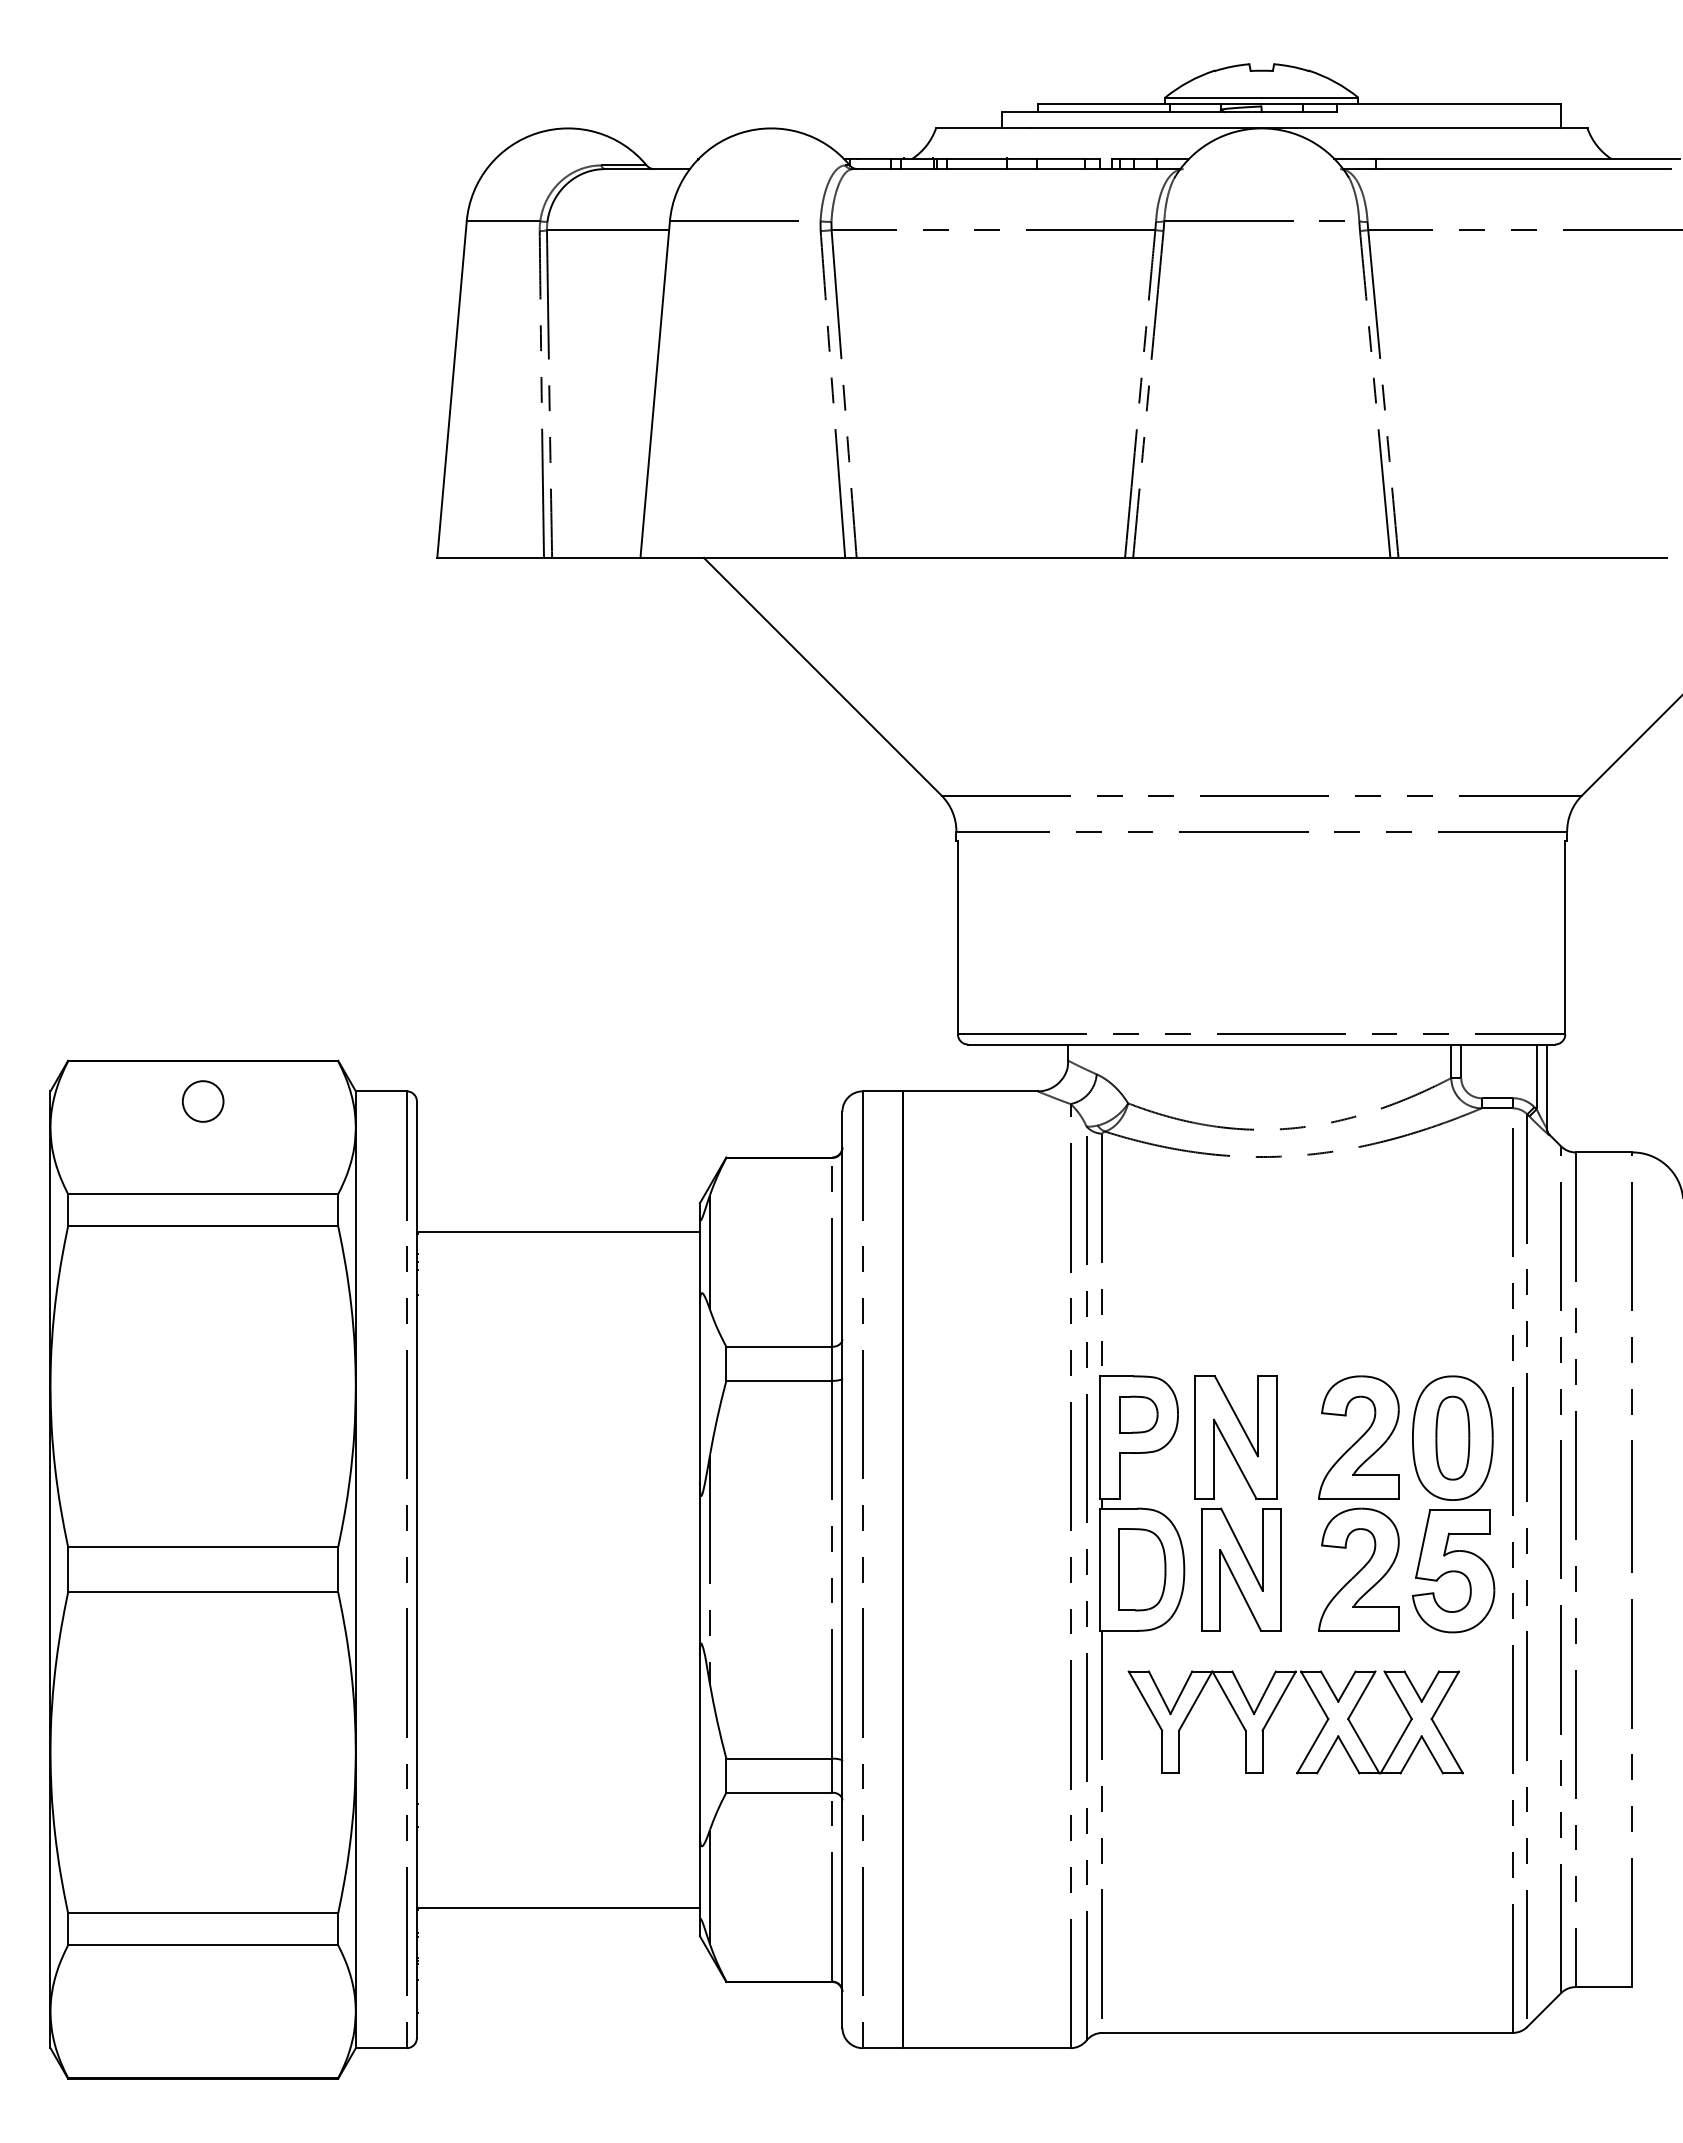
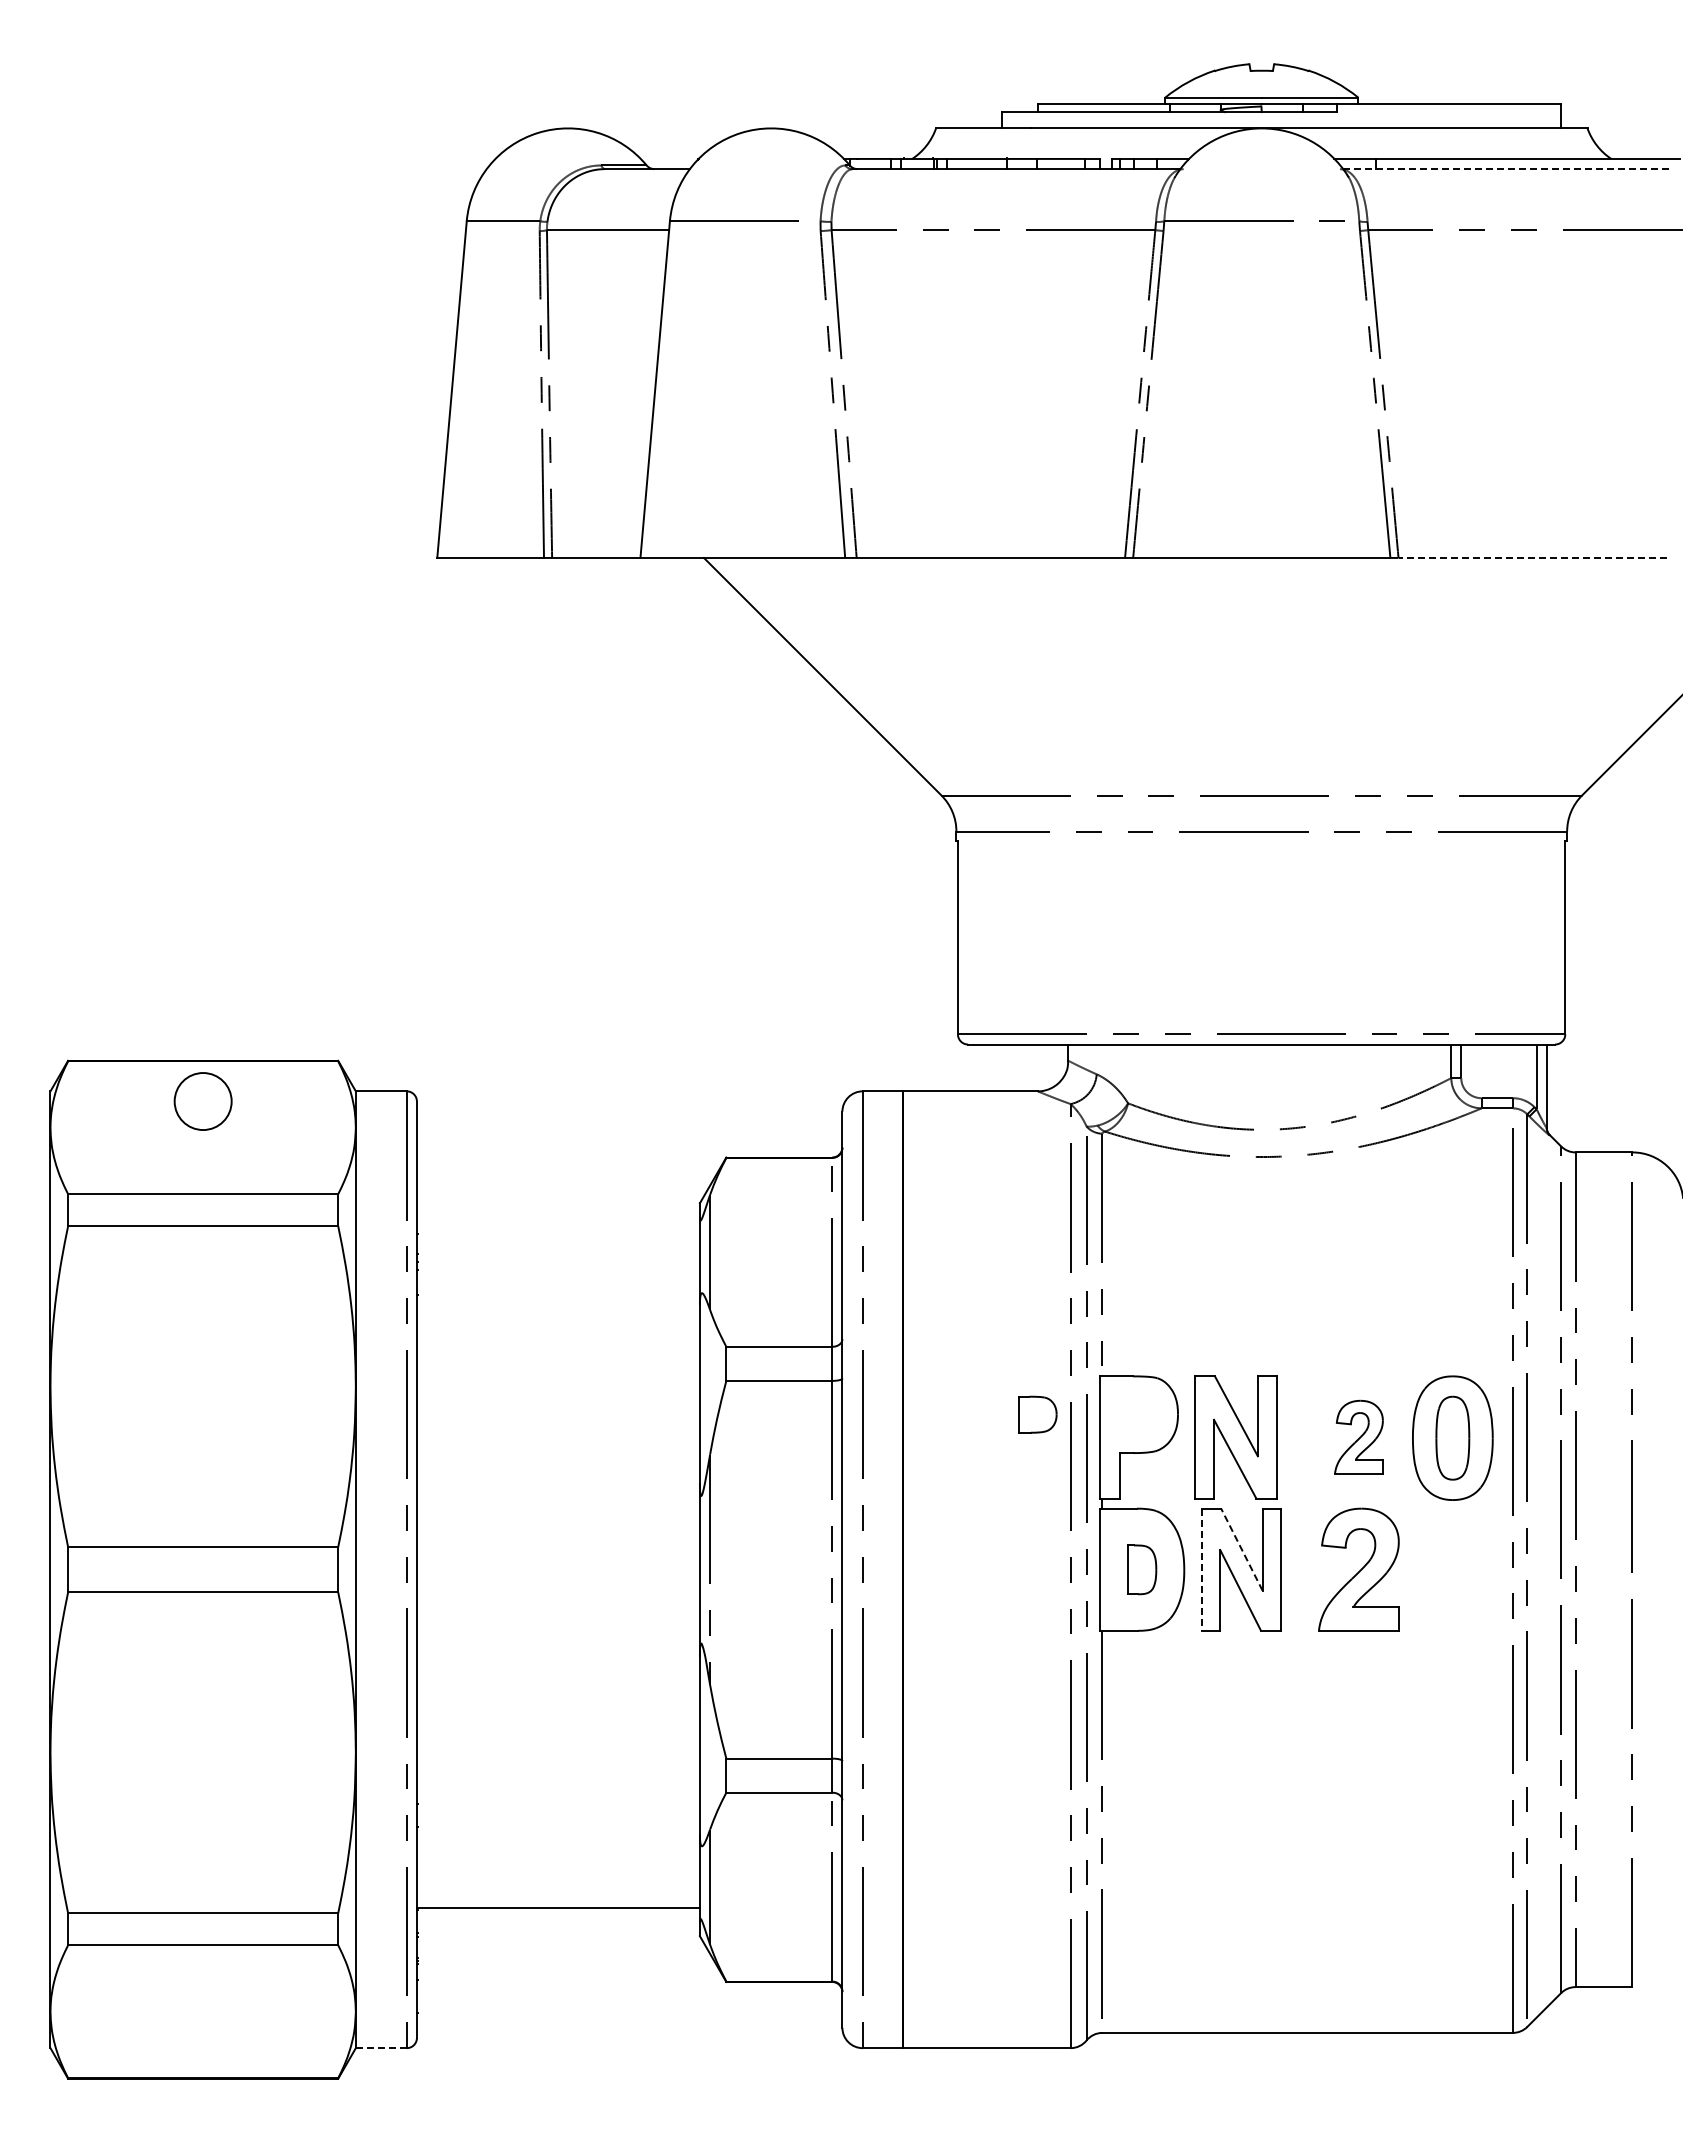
line at (1507, 169): solid -> dashed
line at (1532, 557): solid -> dashed
circle at (202, 1101) diameter: 41 px -> 57 px
line at (557, 1231): present -> none
part at (1138, 1414) position: (1138, 1414) -> (1037, 1414)
part at (1358, 1437) size: 82x125 px -> 50x76 px
line at (1241, 1549): solid -> dashed
part at (1142, 1569) size: 49x84 px -> 31x52 px
line at (1201, 1570): solid -> dashed
part at (1453, 1571): present -> none
part at (1276, 1708): present -> none
line at (381, 2048): solid -> dashed
